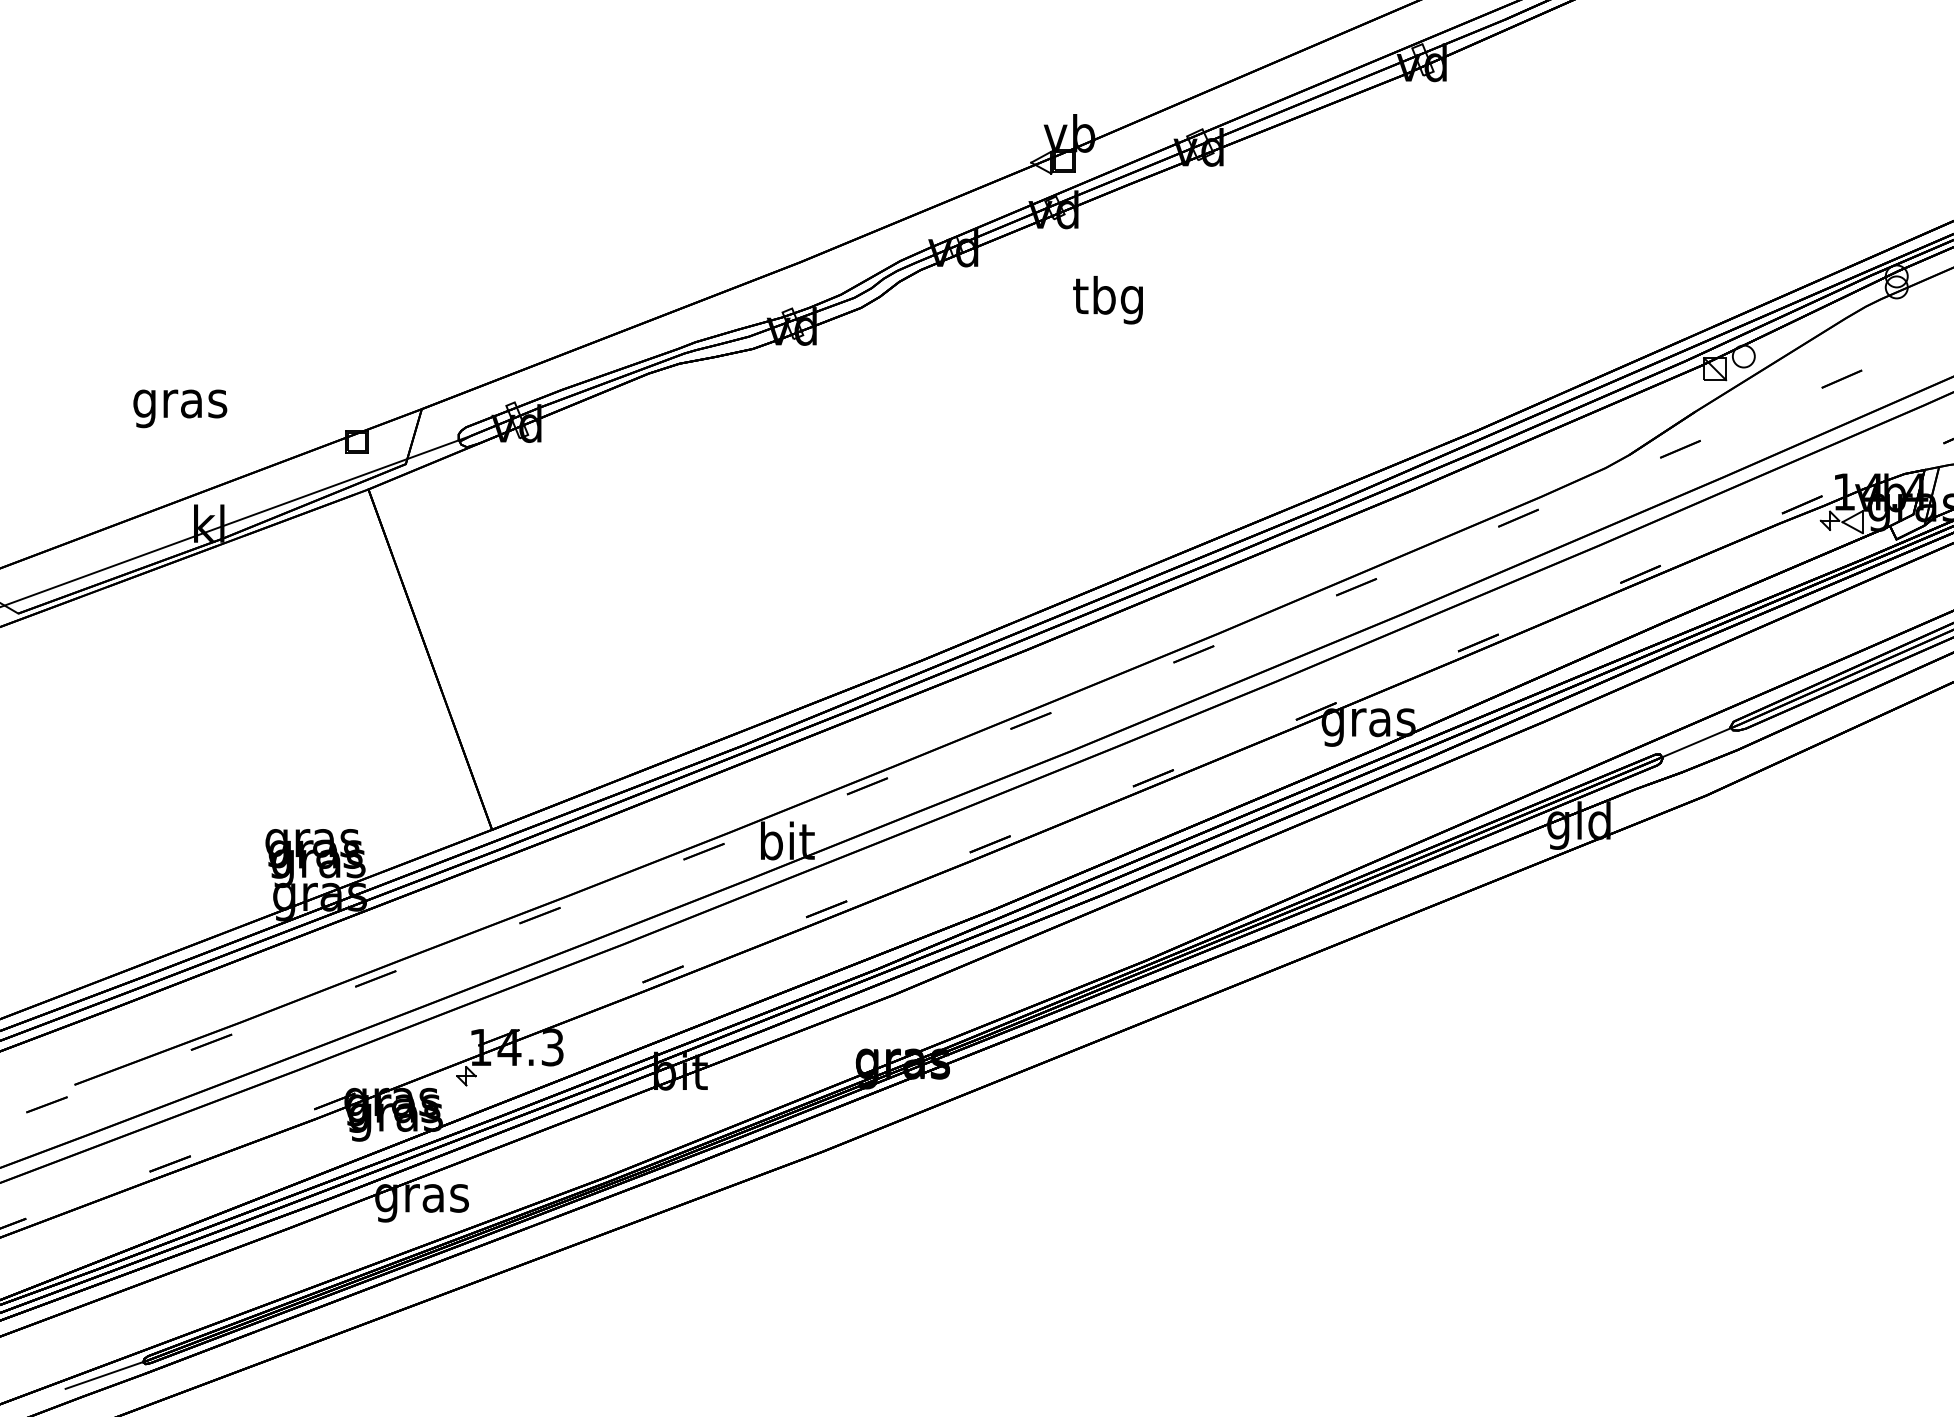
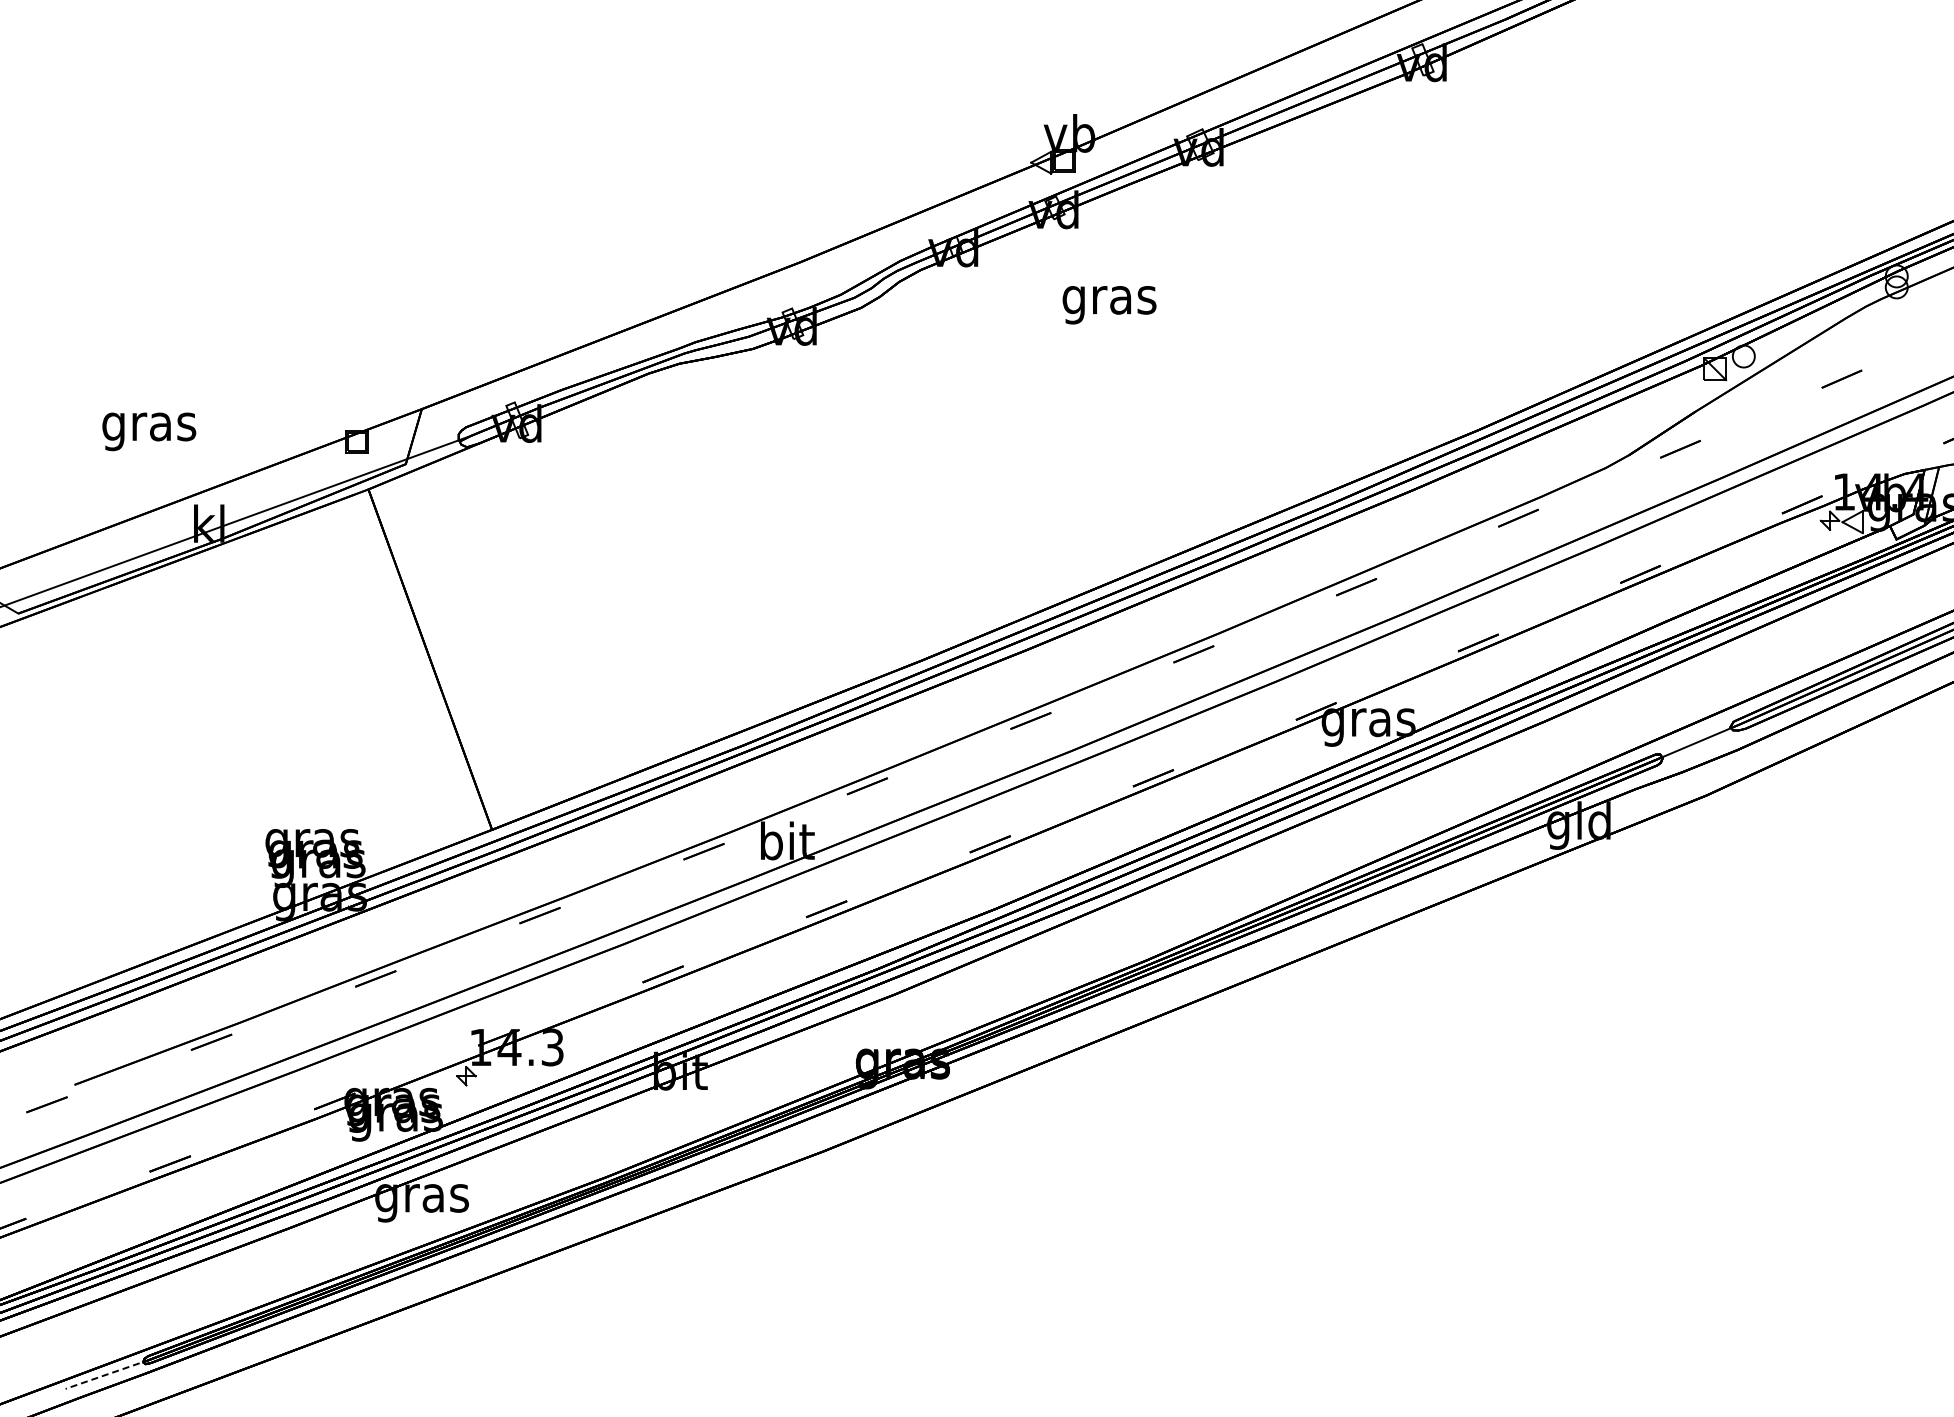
text at (1109, 300): tbg -> gras
text at (180, 408) position: (180, 408) -> (149, 431)
line at (107, 1374): solid -> dashed
